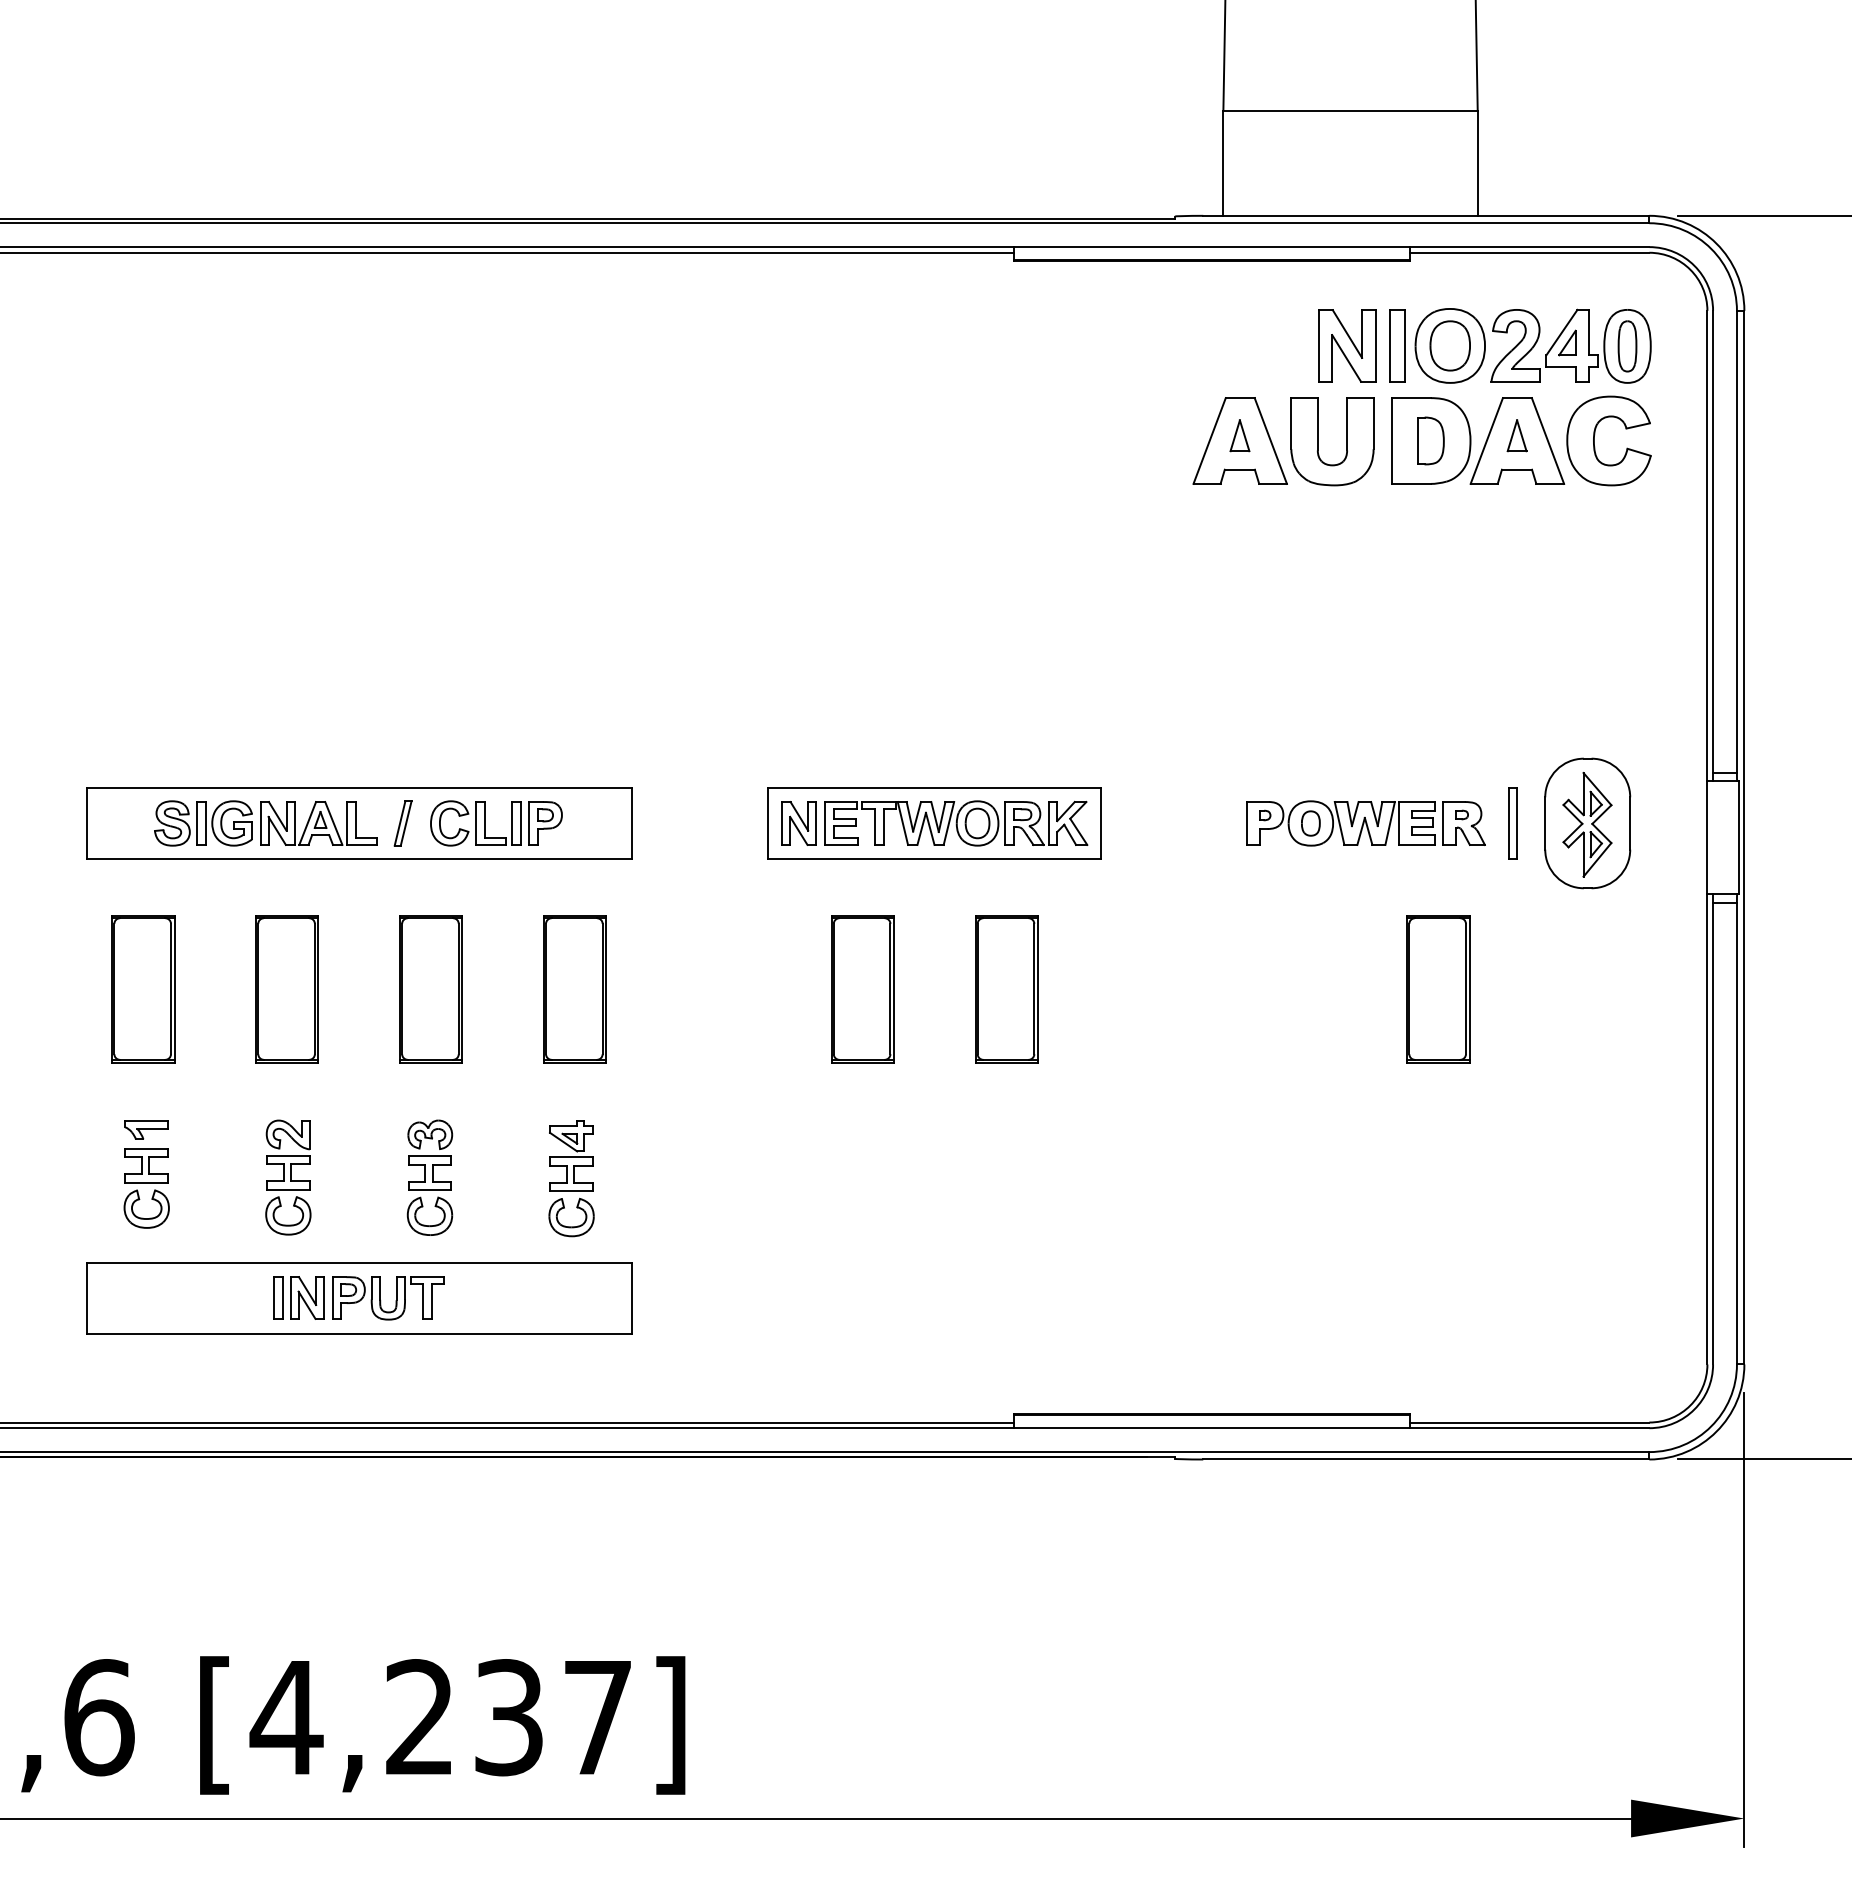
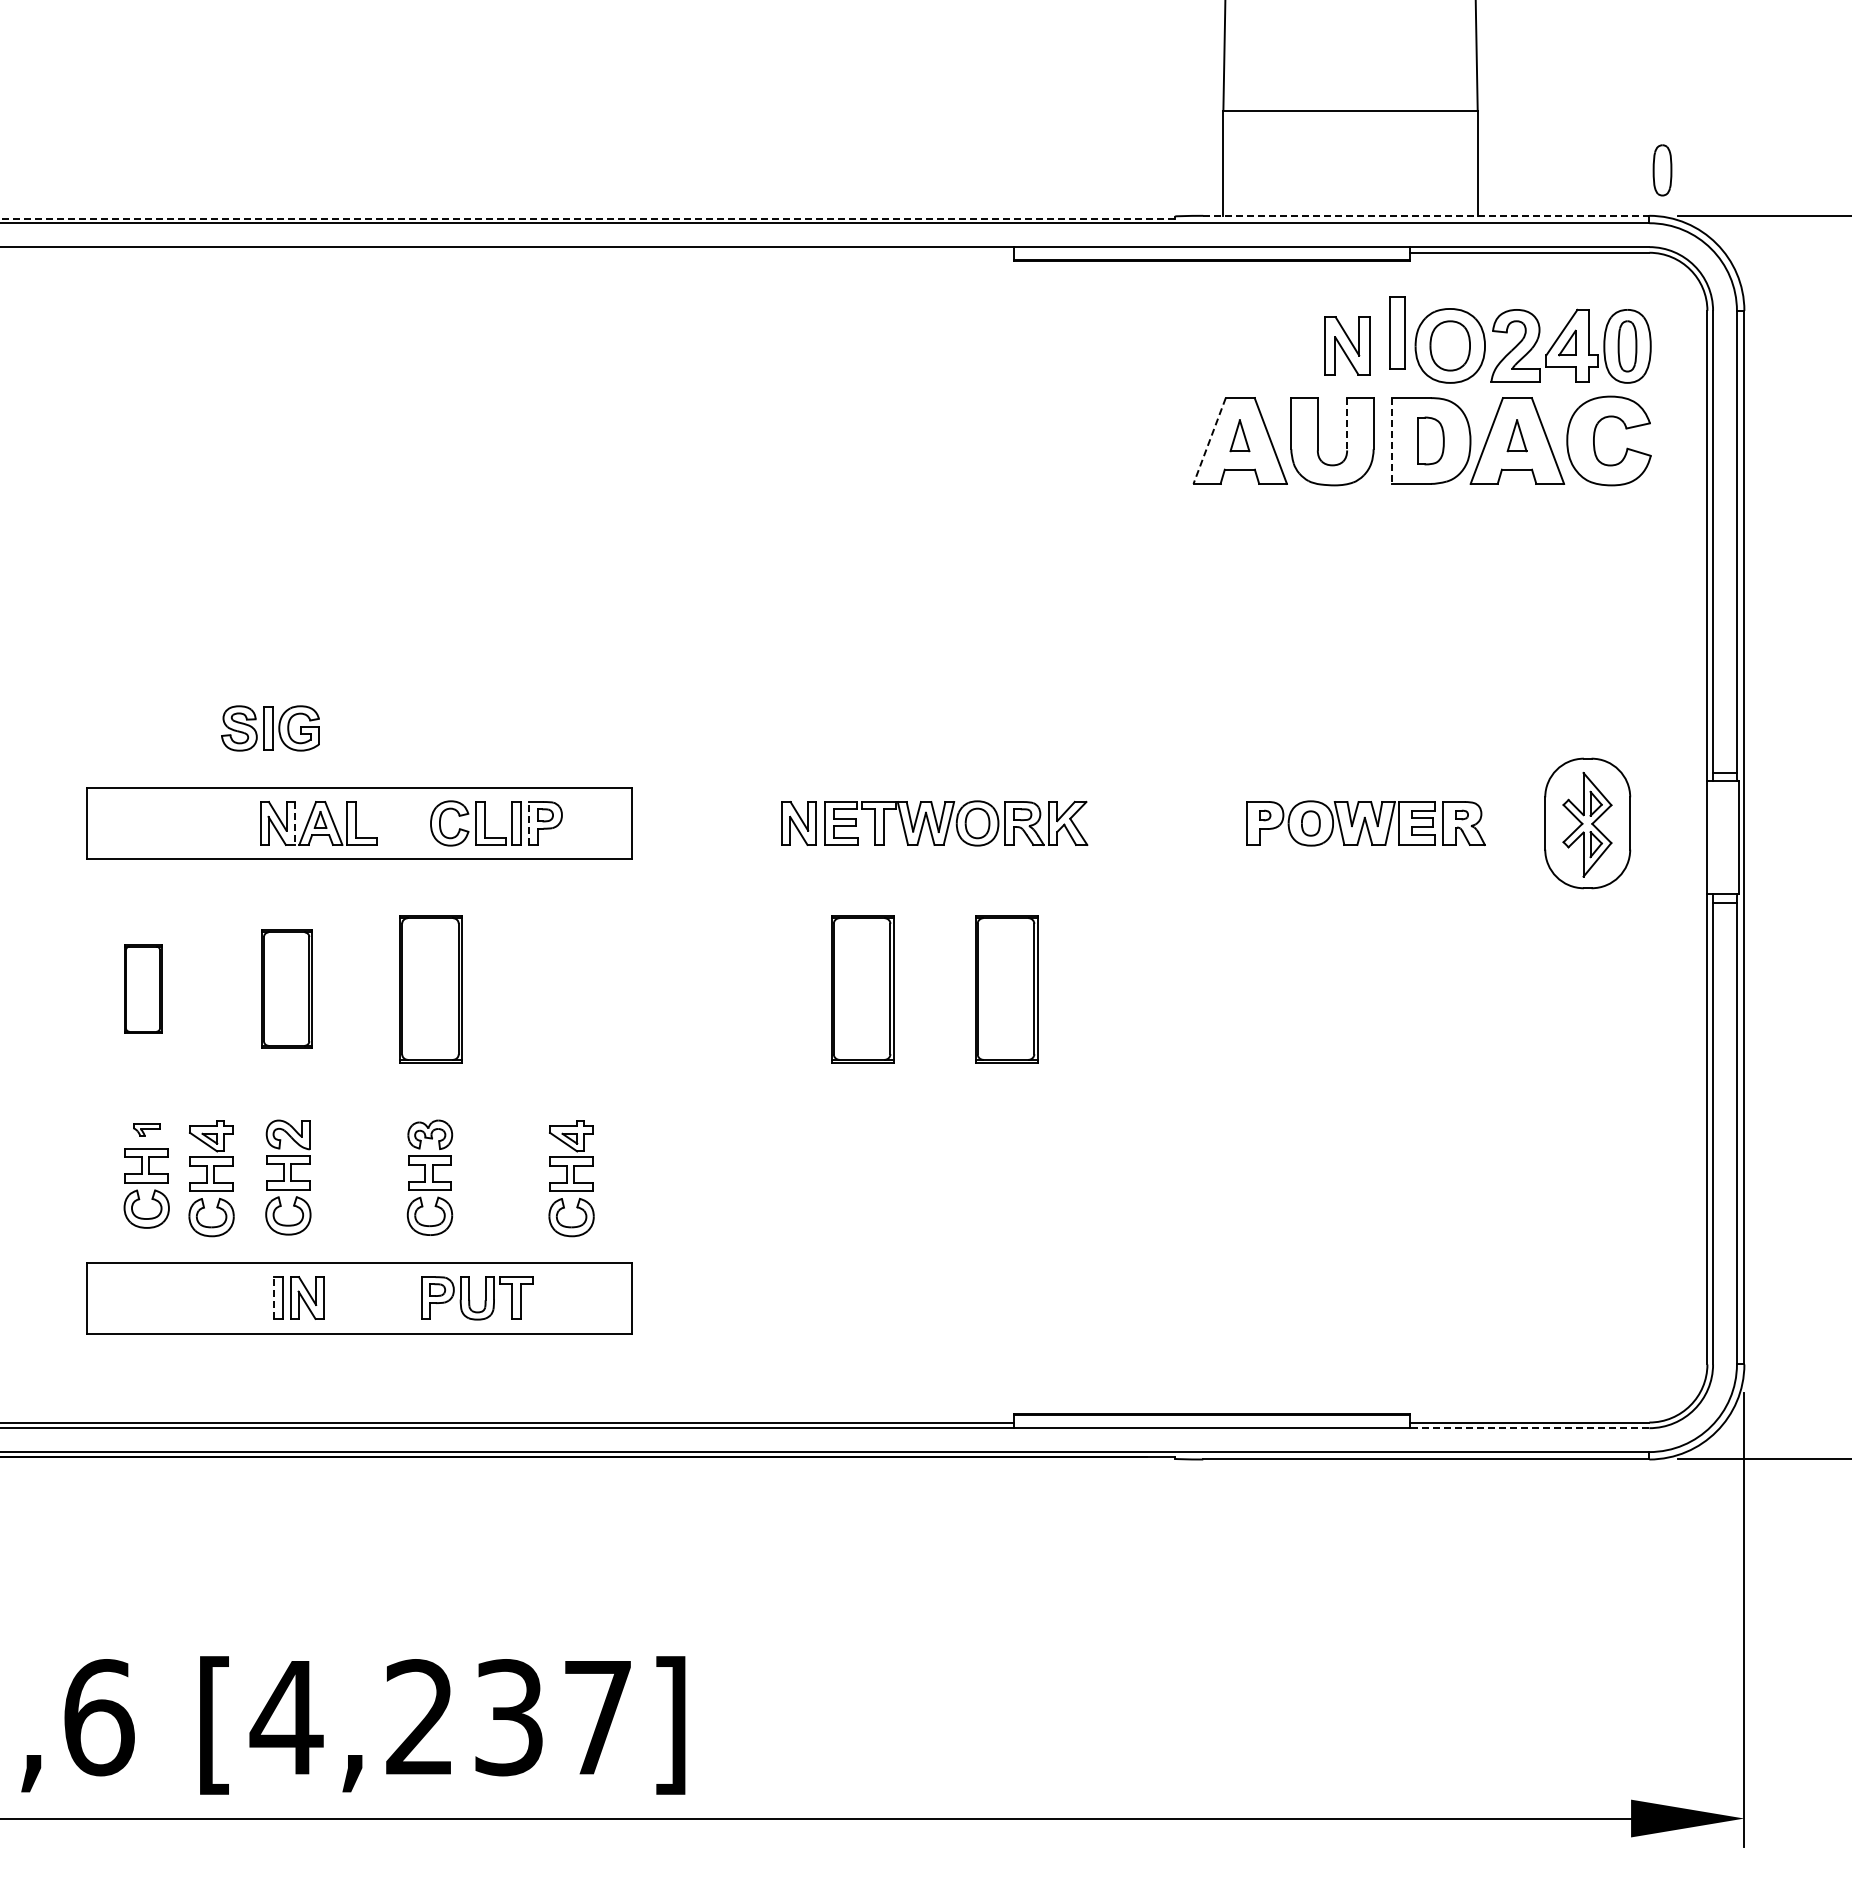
part at (1662, 170): none -> present
line at (1426, 215): solid -> dashed
line at (587, 218): solid -> dashed
line at (507, 252): present -> none
part at (1347, 345) size: 59x74 px -> 47x60 px
part at (1397, 345) position: (1397, 345) -> (1397, 332)
line at (1347, 424): solid -> dashed
line at (1209, 441): solid -> dashed
line at (1391, 441): solid -> dashed
line at (529, 822): solid -> dashed
part at (203, 823) position: (203, 823) -> (270, 728)
line at (294, 823): solid -> dashed
part at (402, 823): present -> none
part at (934, 823): present -> none
part at (1512, 823): present -> none
part at (143, 989) size: 65x149 px -> 39x90 px
part at (286, 989) size: 64x149 px -> 52x120 px
part at (574, 989): present -> none
part at (1438, 989): present -> none
part at (146, 1129) size: 45x20 px -> 28x14 px
part at (211, 1178): none -> present
line at (274, 1298): solid -> dashed
part at (381, 1300) position: (381, 1300) -> (470, 1300)
line at (1529, 1428): solid -> dashed
